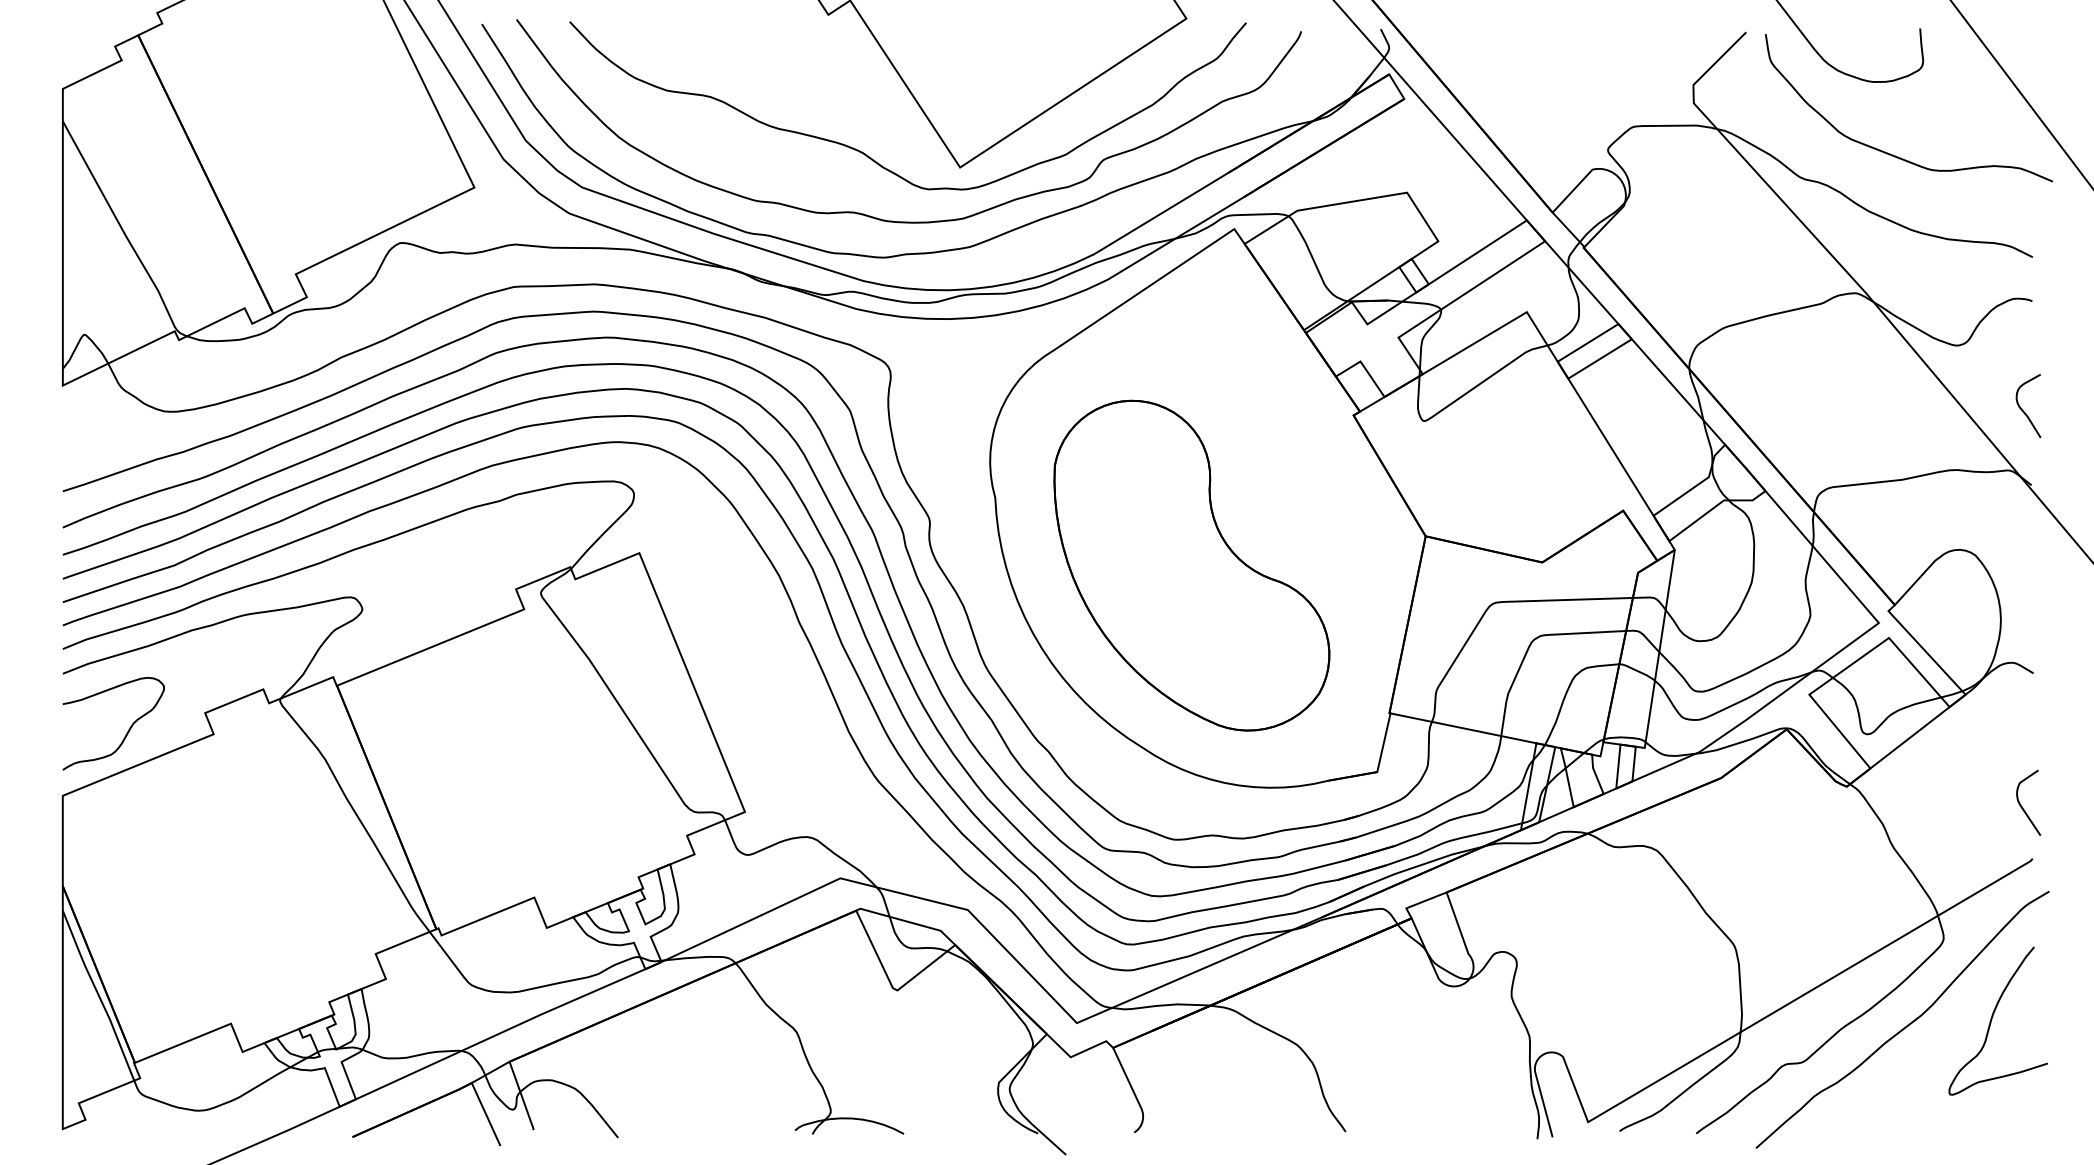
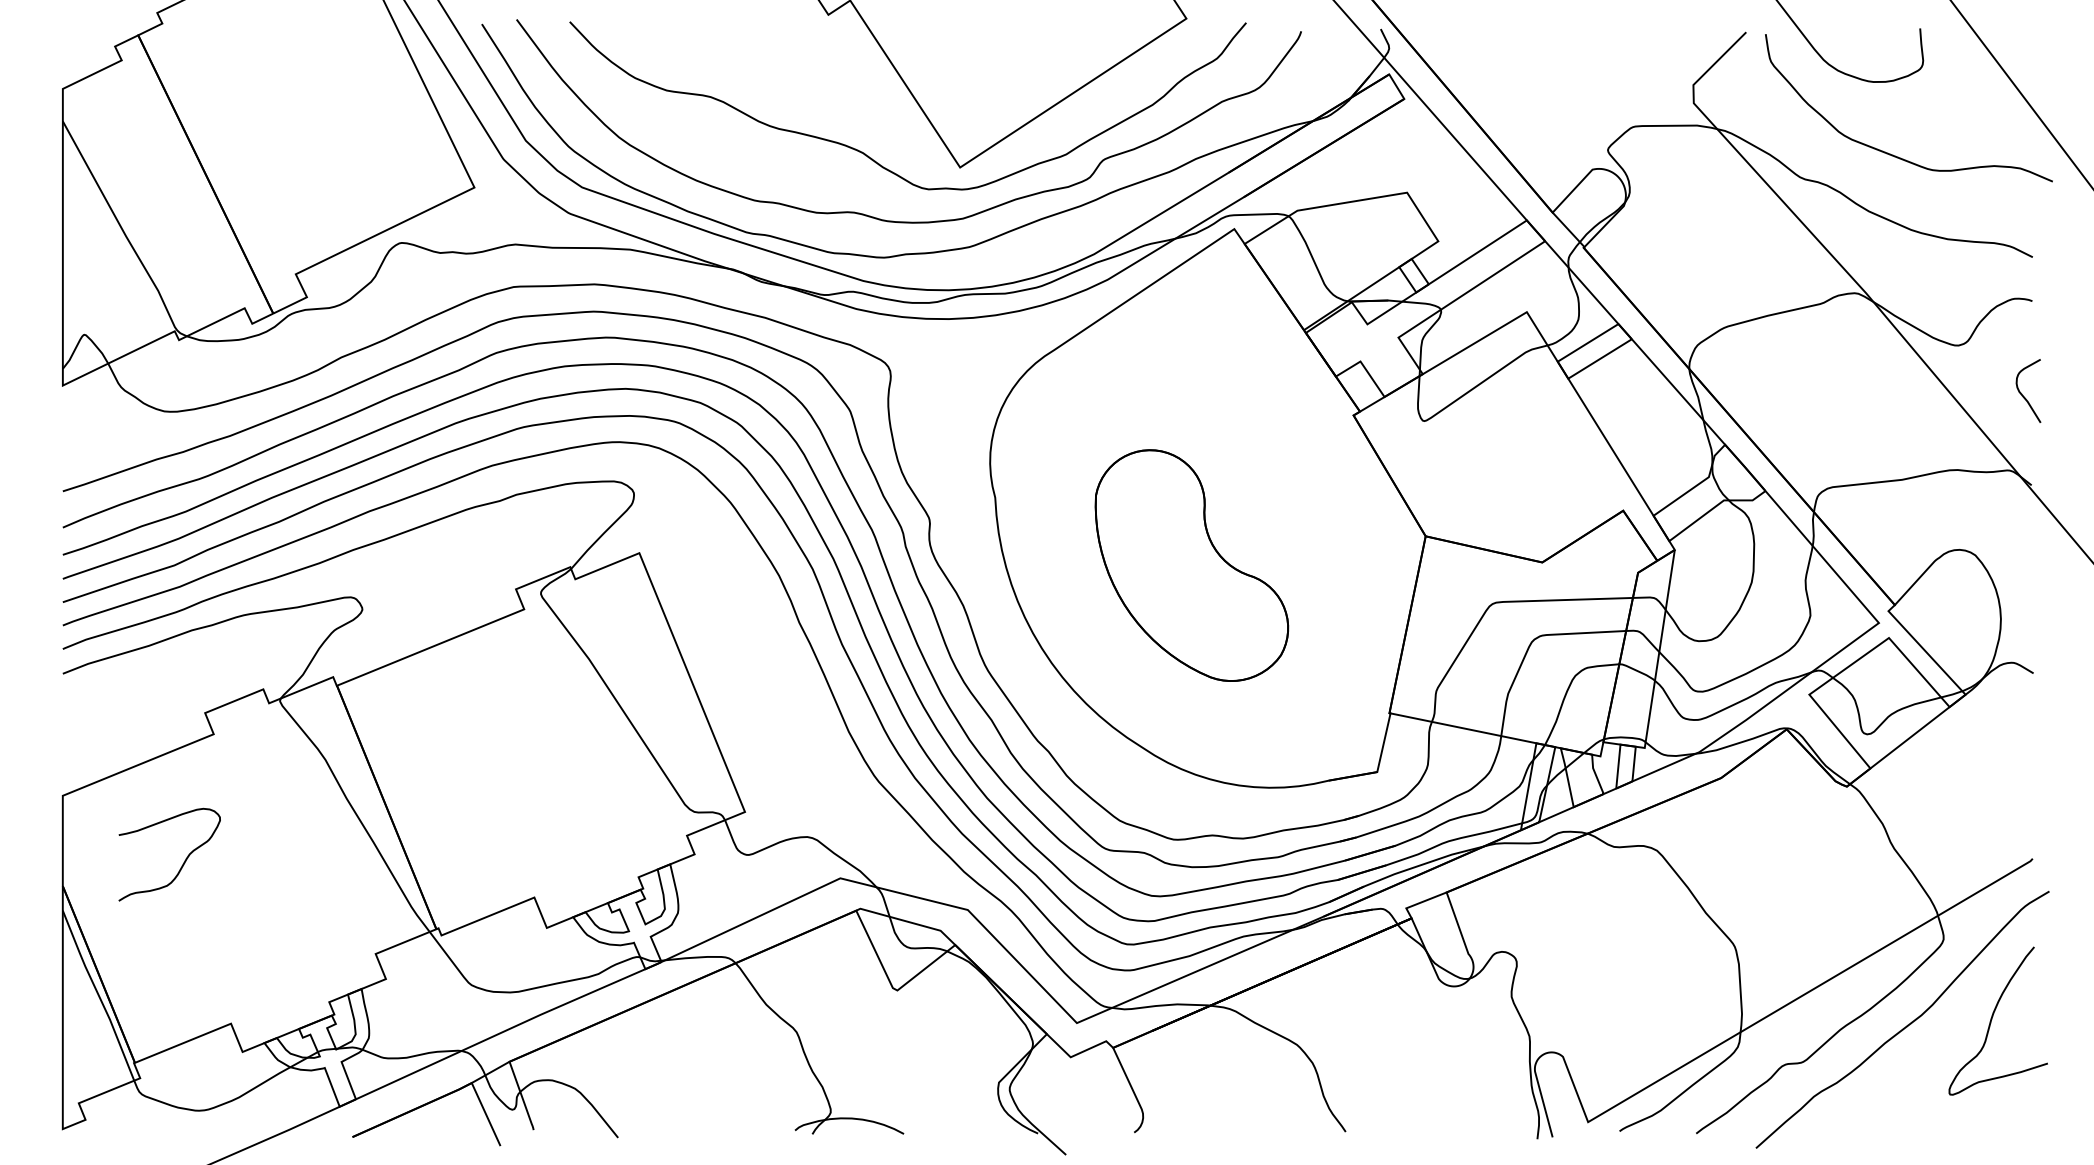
curve at (2023, 410) position: (2023, 410) -> (2023, 395)
part at (1191, 565) size: 278x333 px -> 196x233 px
curve at (127, 731) position: (127, 731) -> (183, 862)
curve at (2022, 806): present -> none
